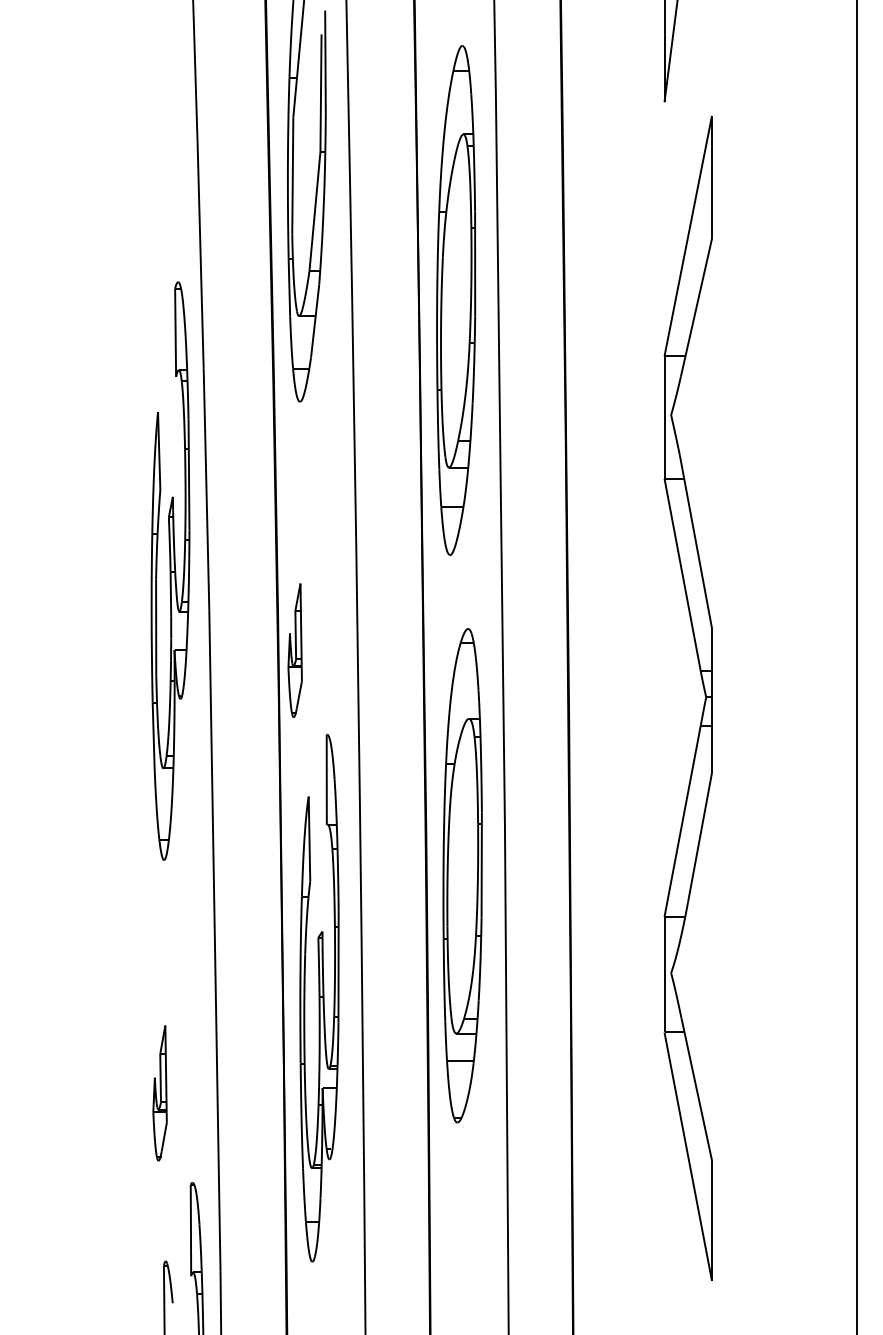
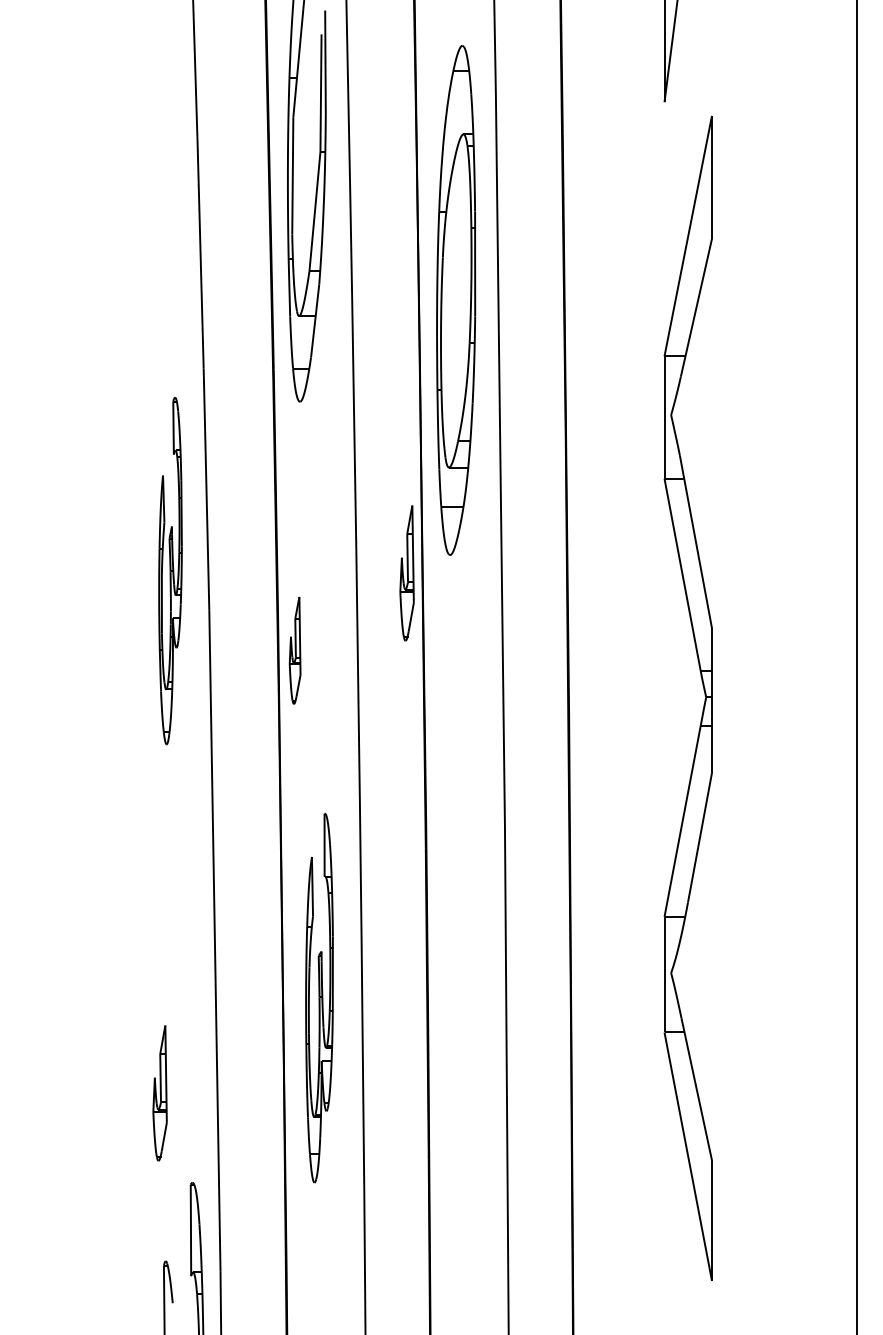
part at (170, 570) size: 41x580 px -> 25x349 px
part at (406, 573): none -> present
part at (294, 650) size: 16x135 px -> 14x109 px
part at (462, 875): present -> none
part at (319, 997) size: 41x530 px -> 29x372 px
